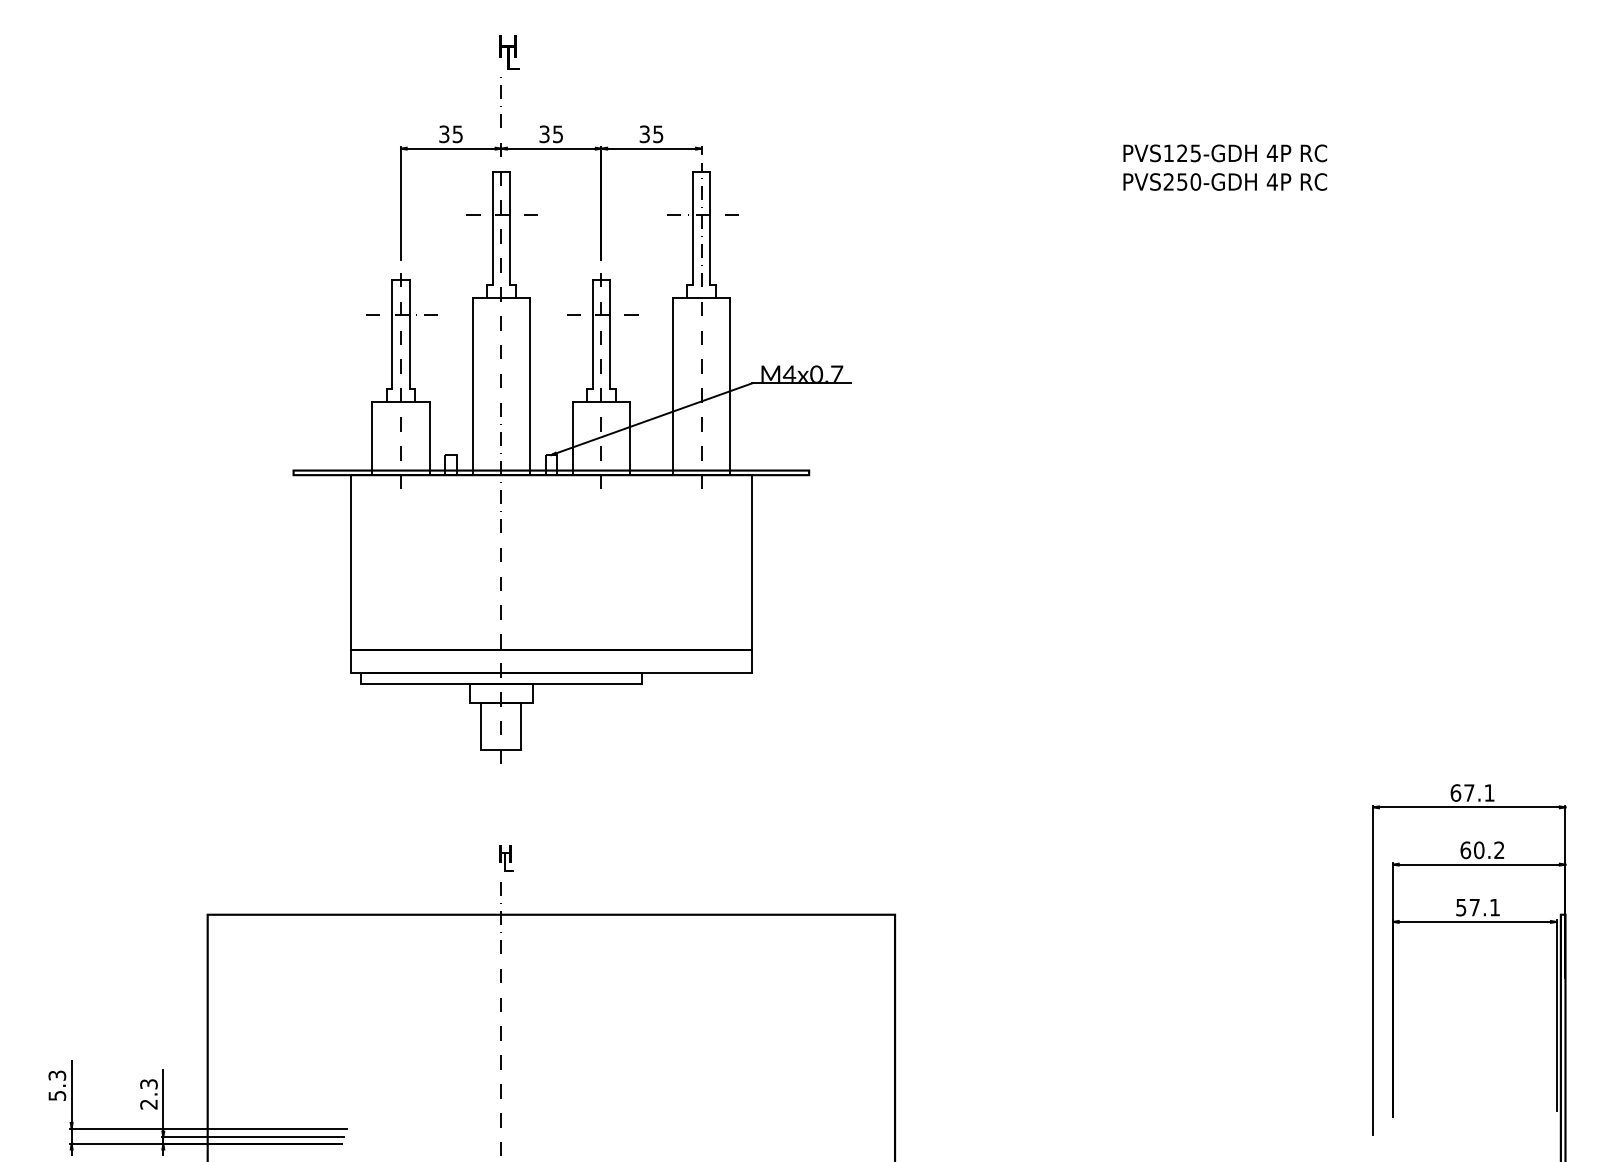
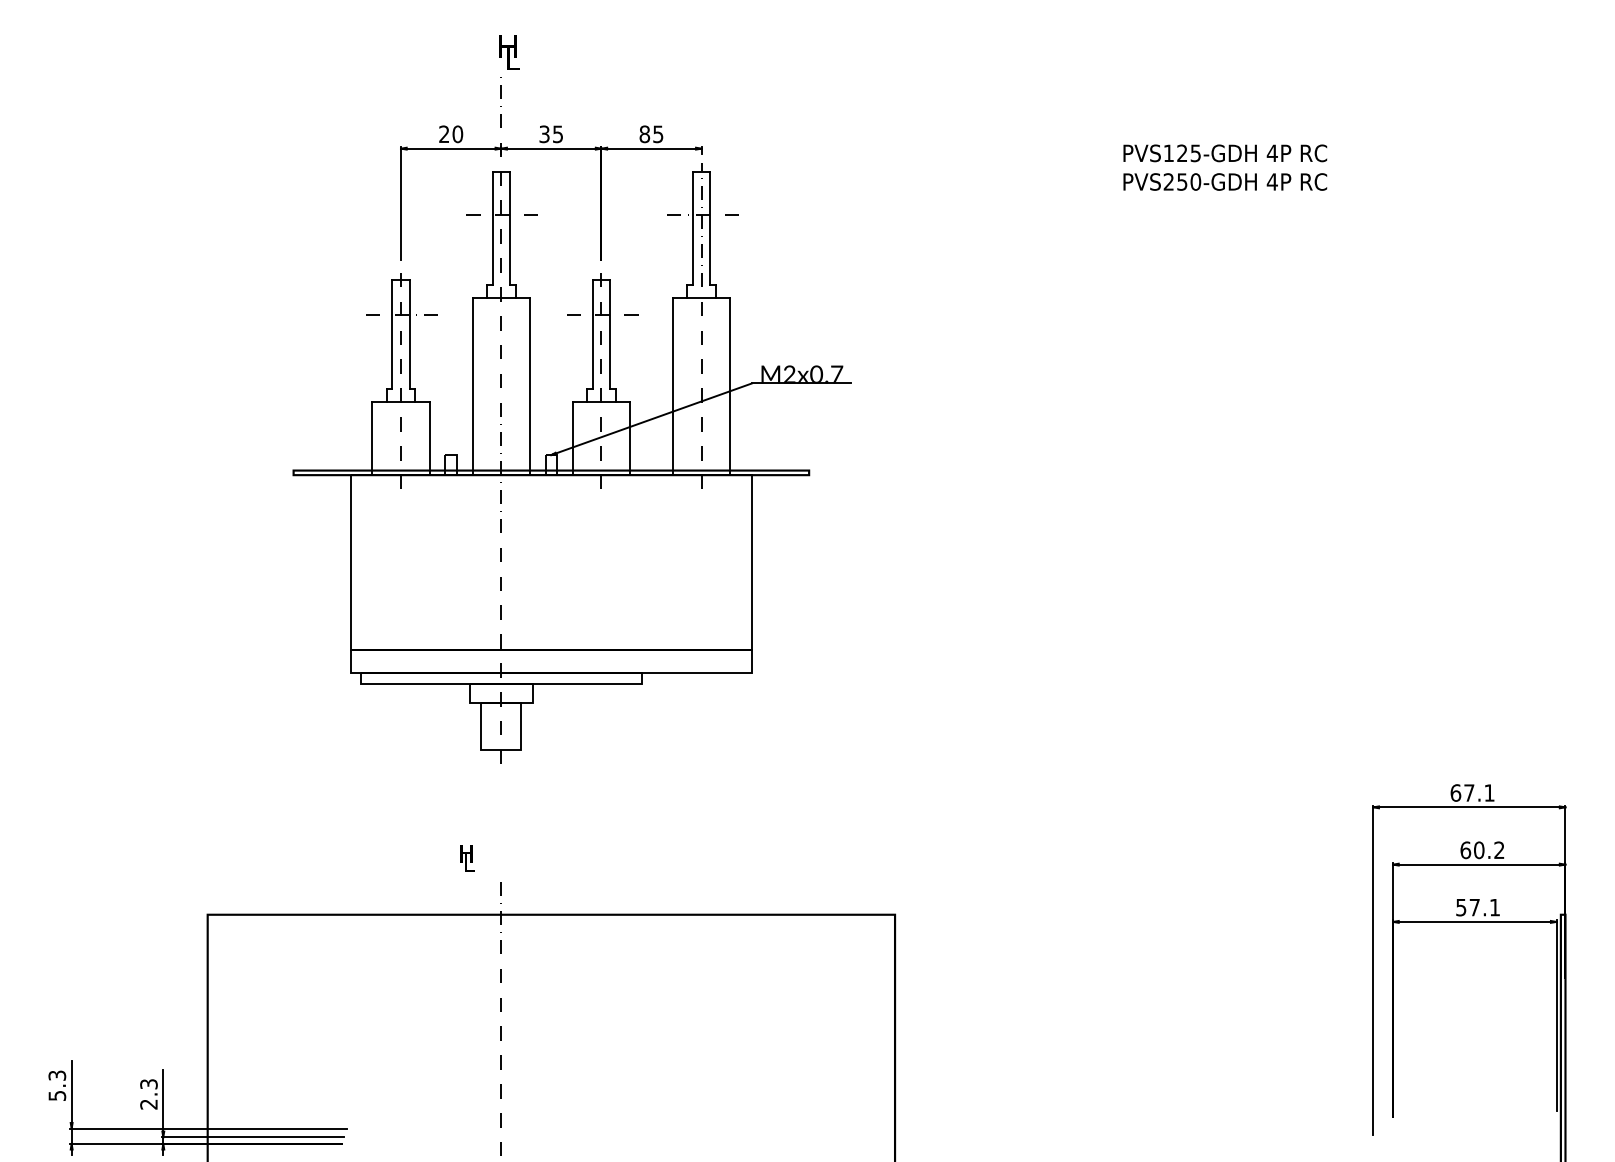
text at (451, 134): 35 -> 20
text at (644, 134): 35 -> 85
text at (789, 373): M4x0.7 -> M2x0.7
text at (506, 858) position: (506, 858) -> (467, 858)
